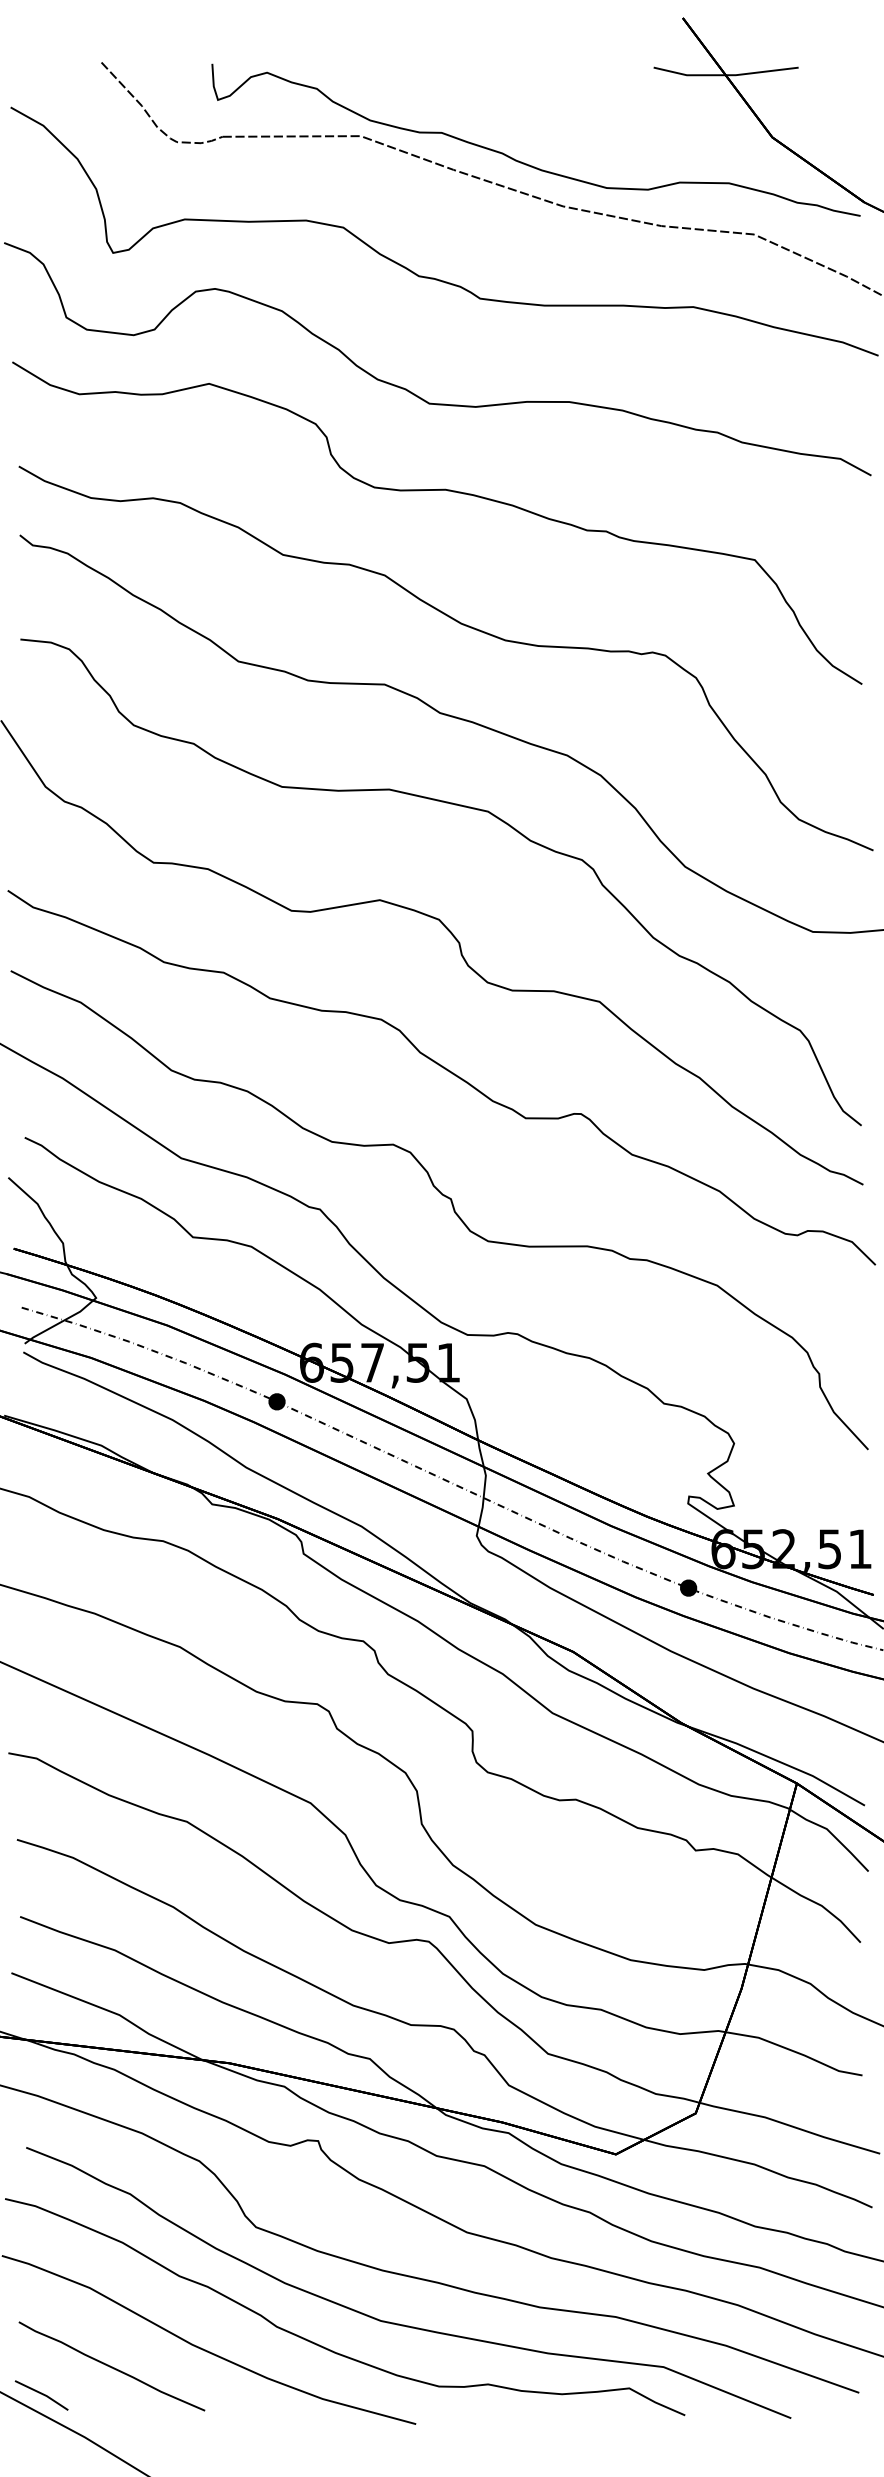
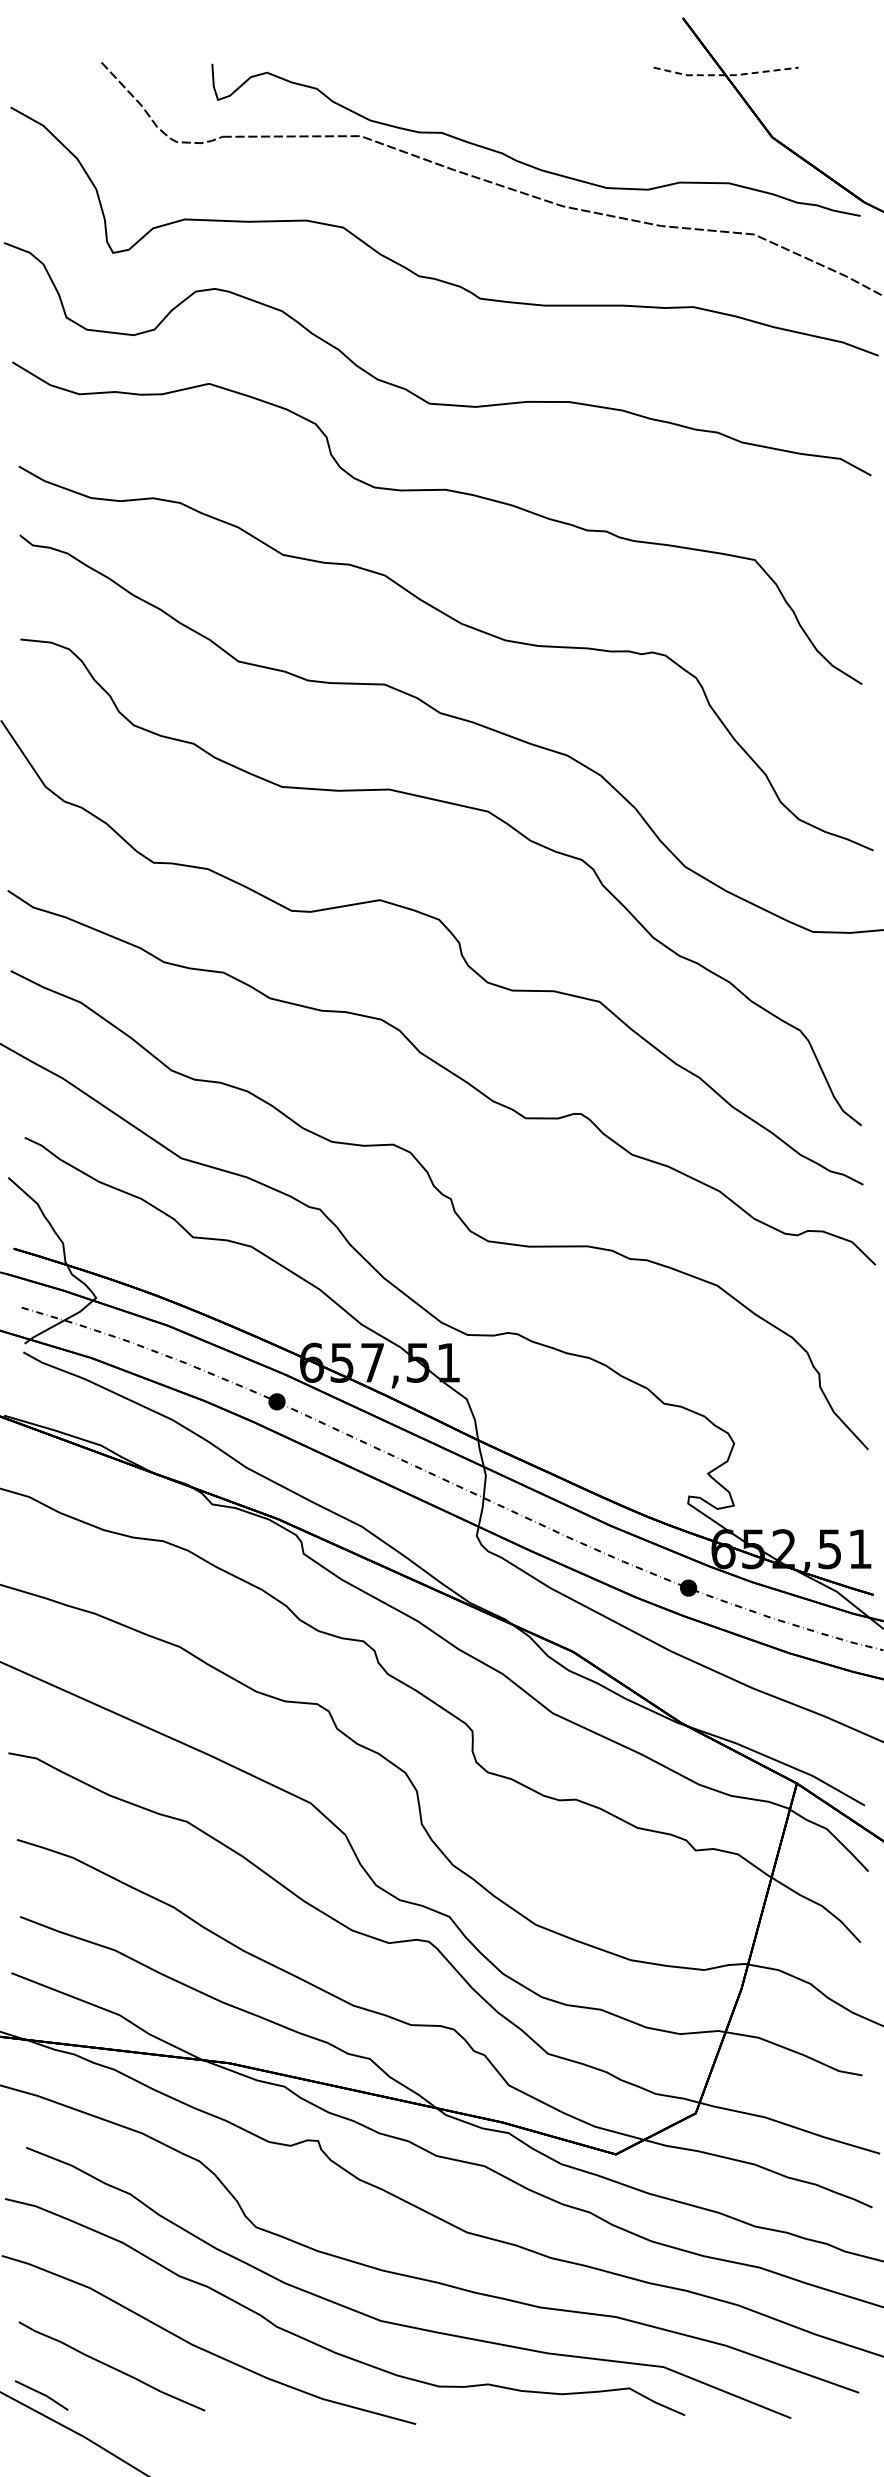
line at (726, 75): solid -> dashed
